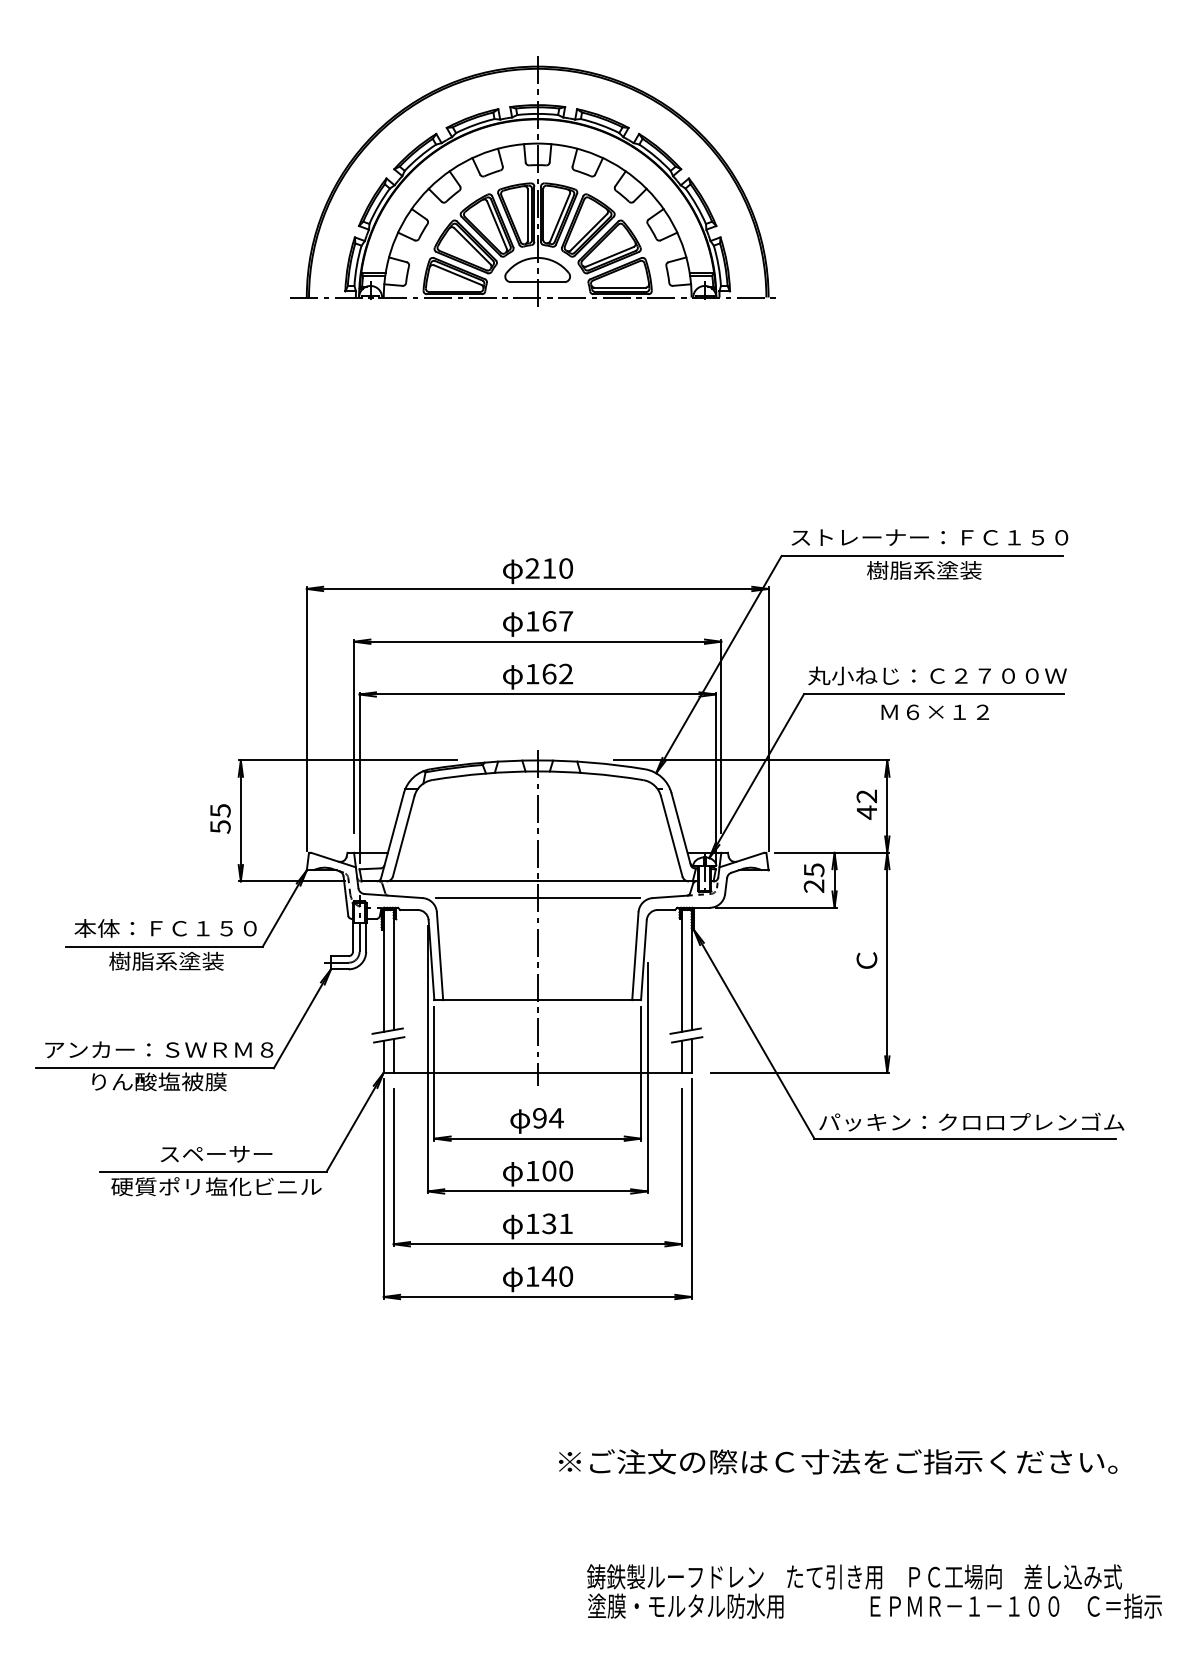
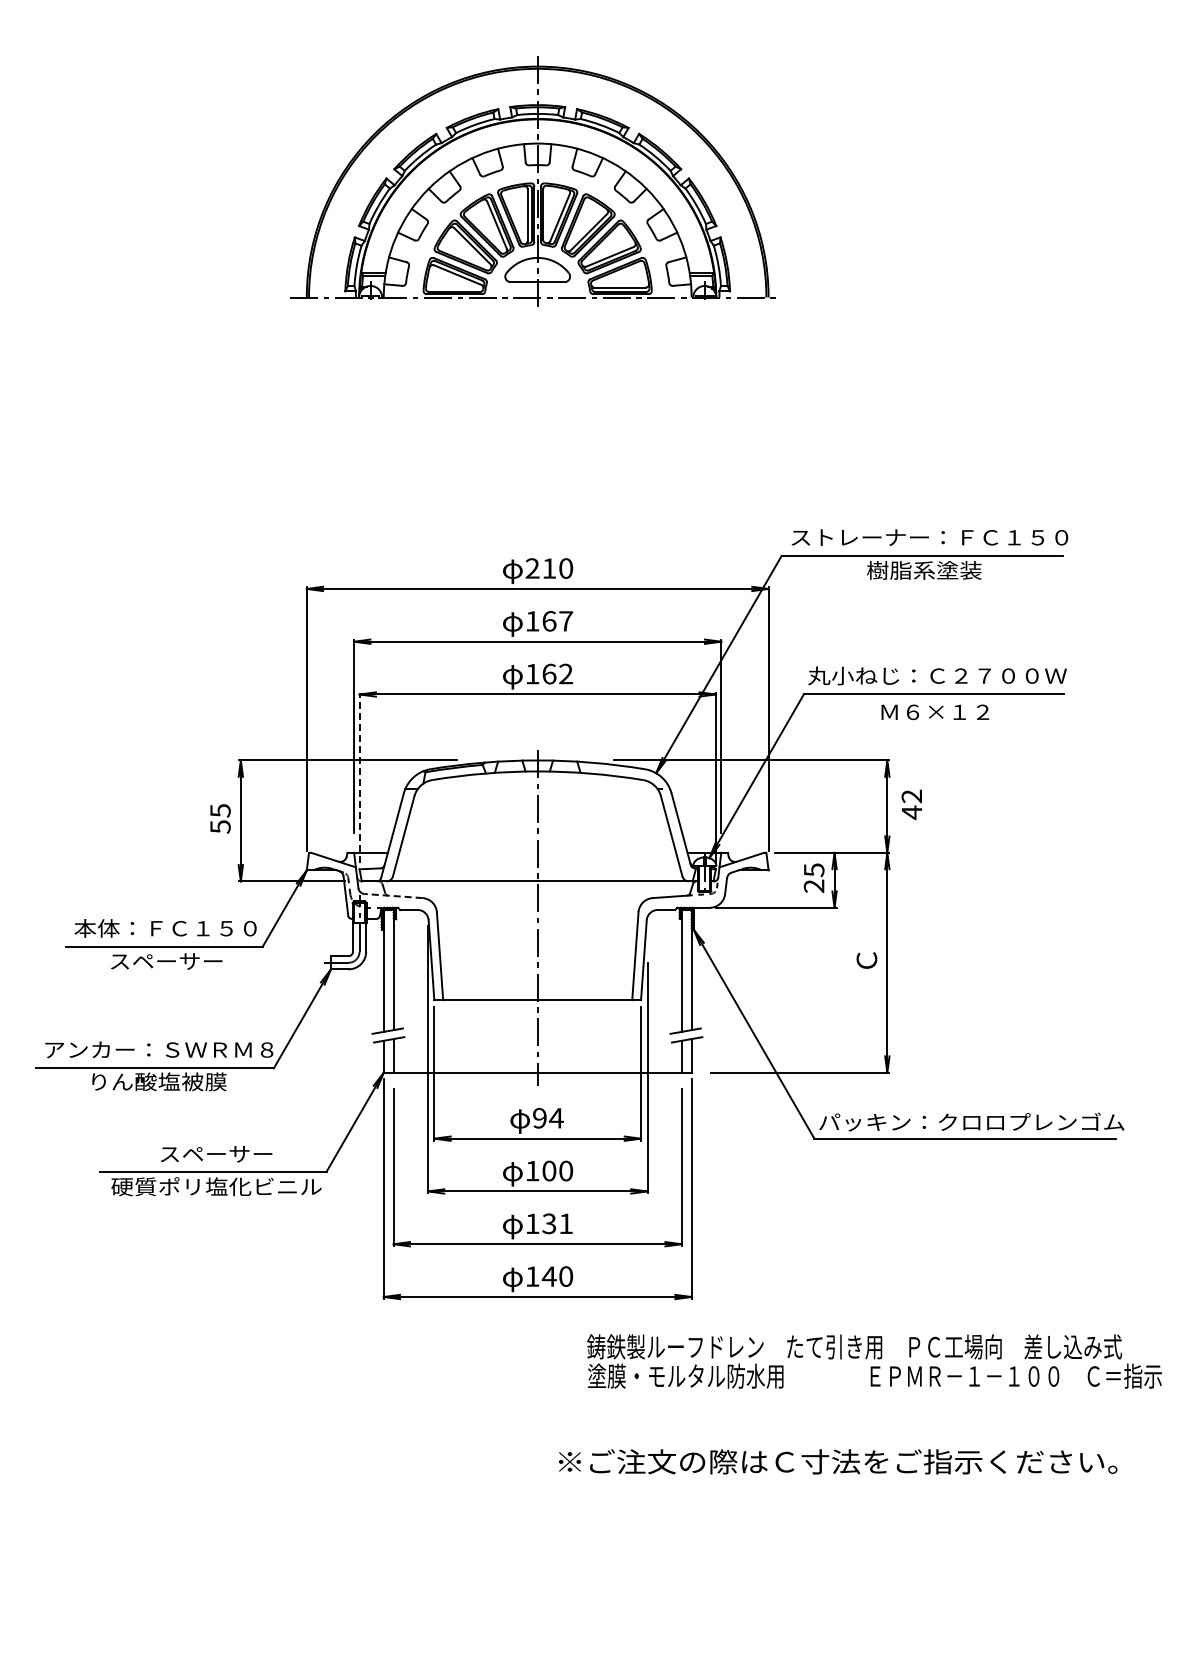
line at (359, 777): solid -> dashed
text at (866, 804) position: (866, 804) -> (911, 804)
line at (393, 896): solid -> dashed
line at (537, 898): present -> none
text at (166, 960): 樹脂系塗装 -> スペーサー
text at (874, 1591) position: (874, 1591) -> (874, 1361)
